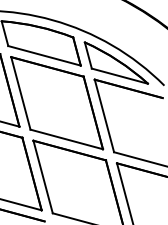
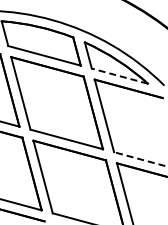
line at (119, 76): solid -> dashed
line at (140, 159): solid -> dashed
